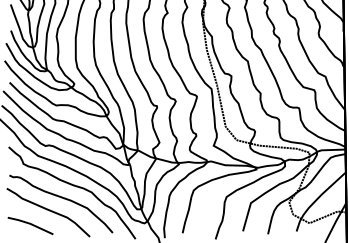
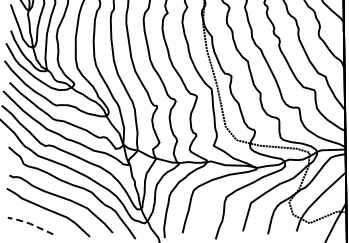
line at (30, 223): solid -> dashed
